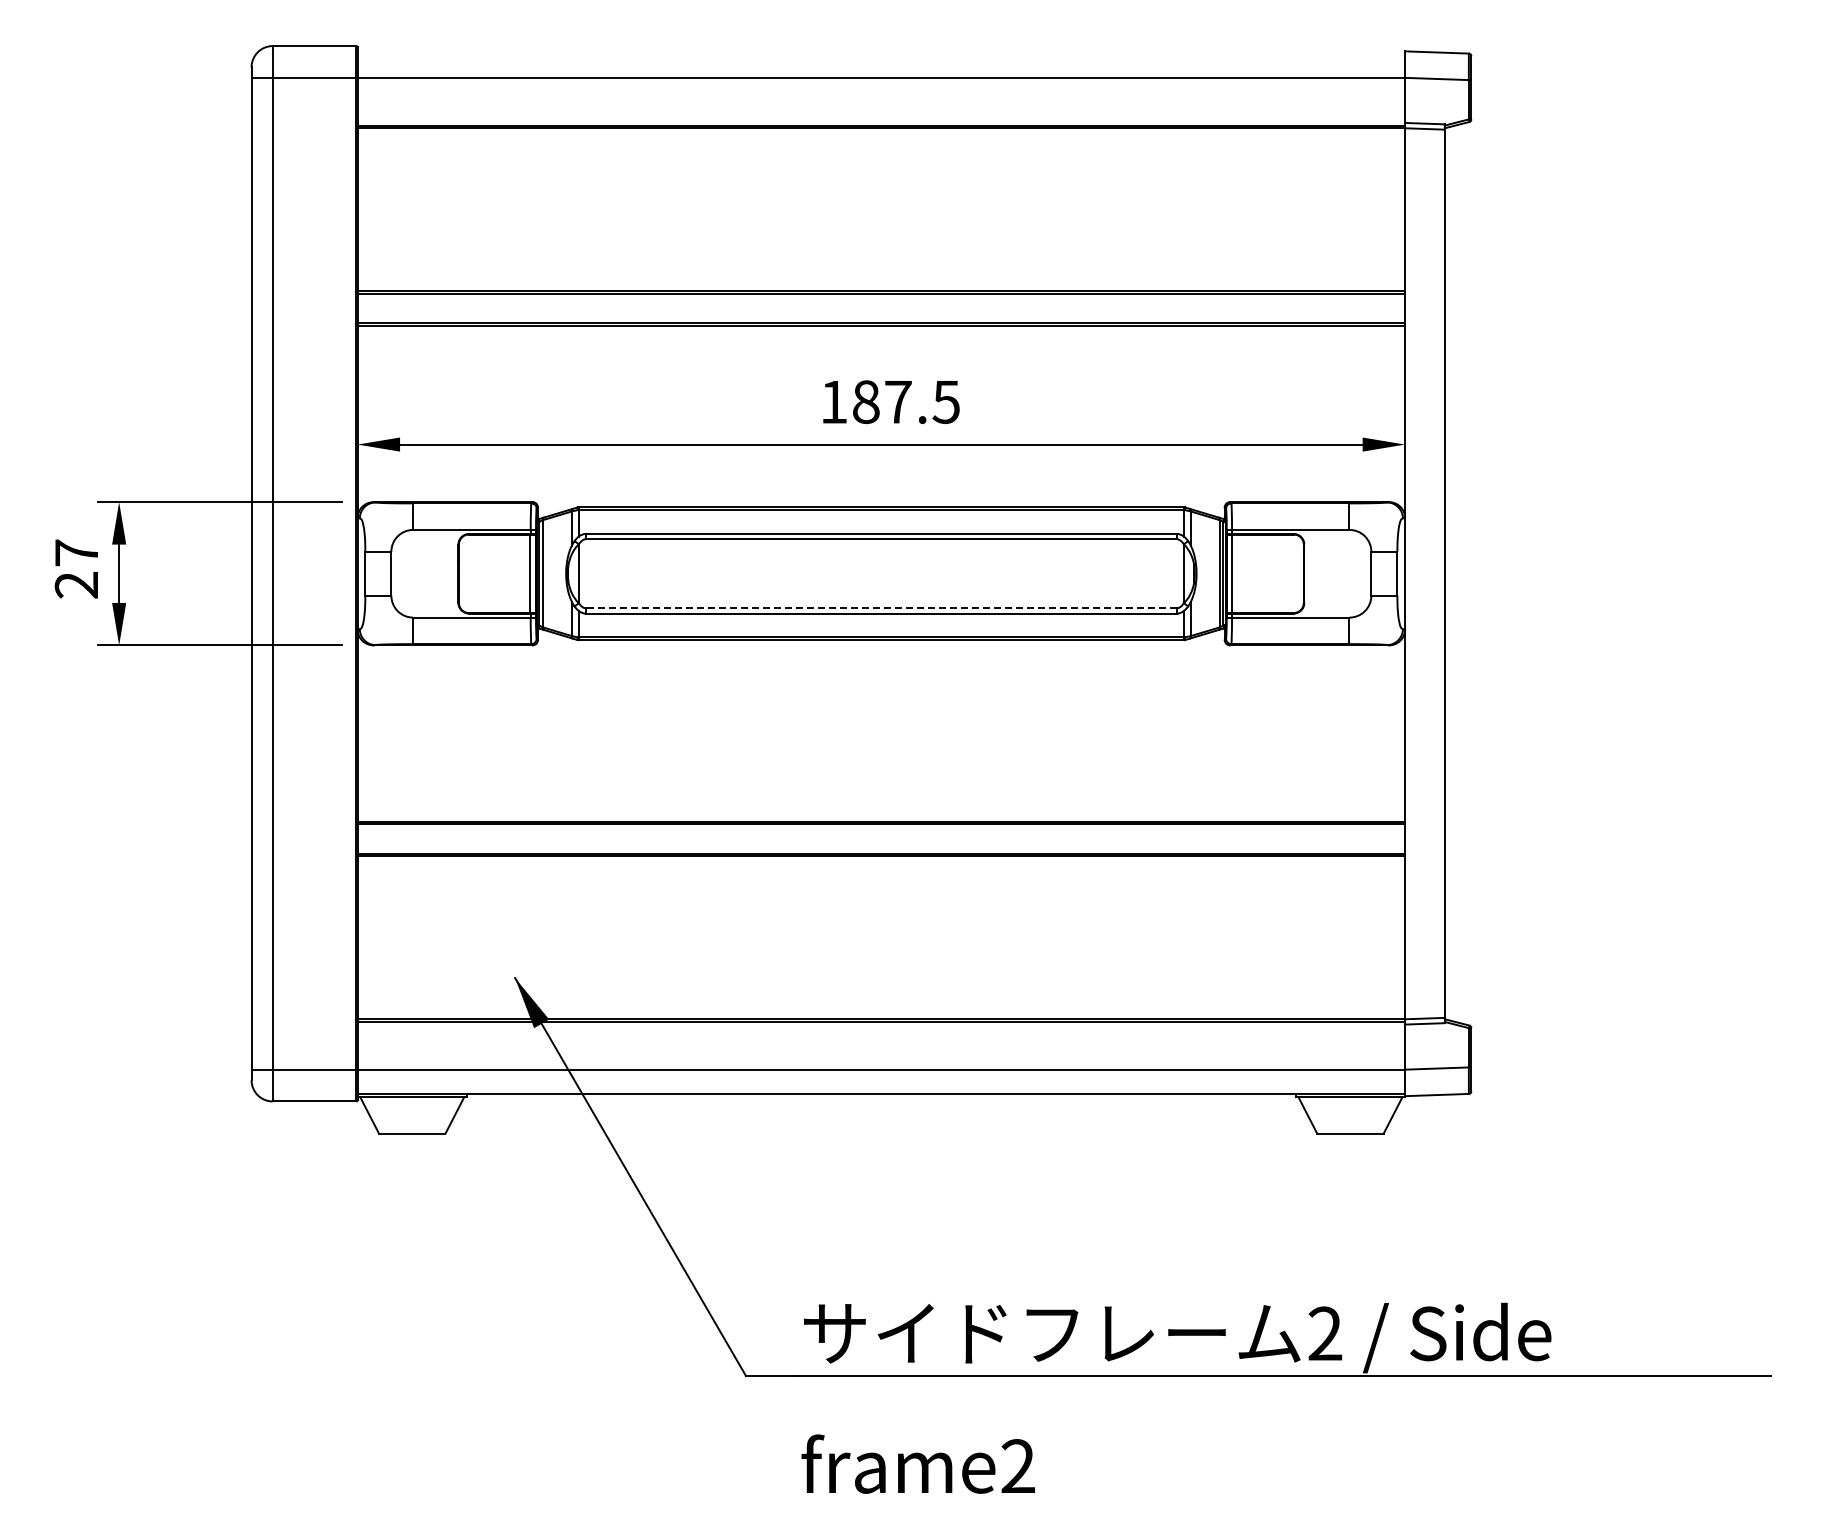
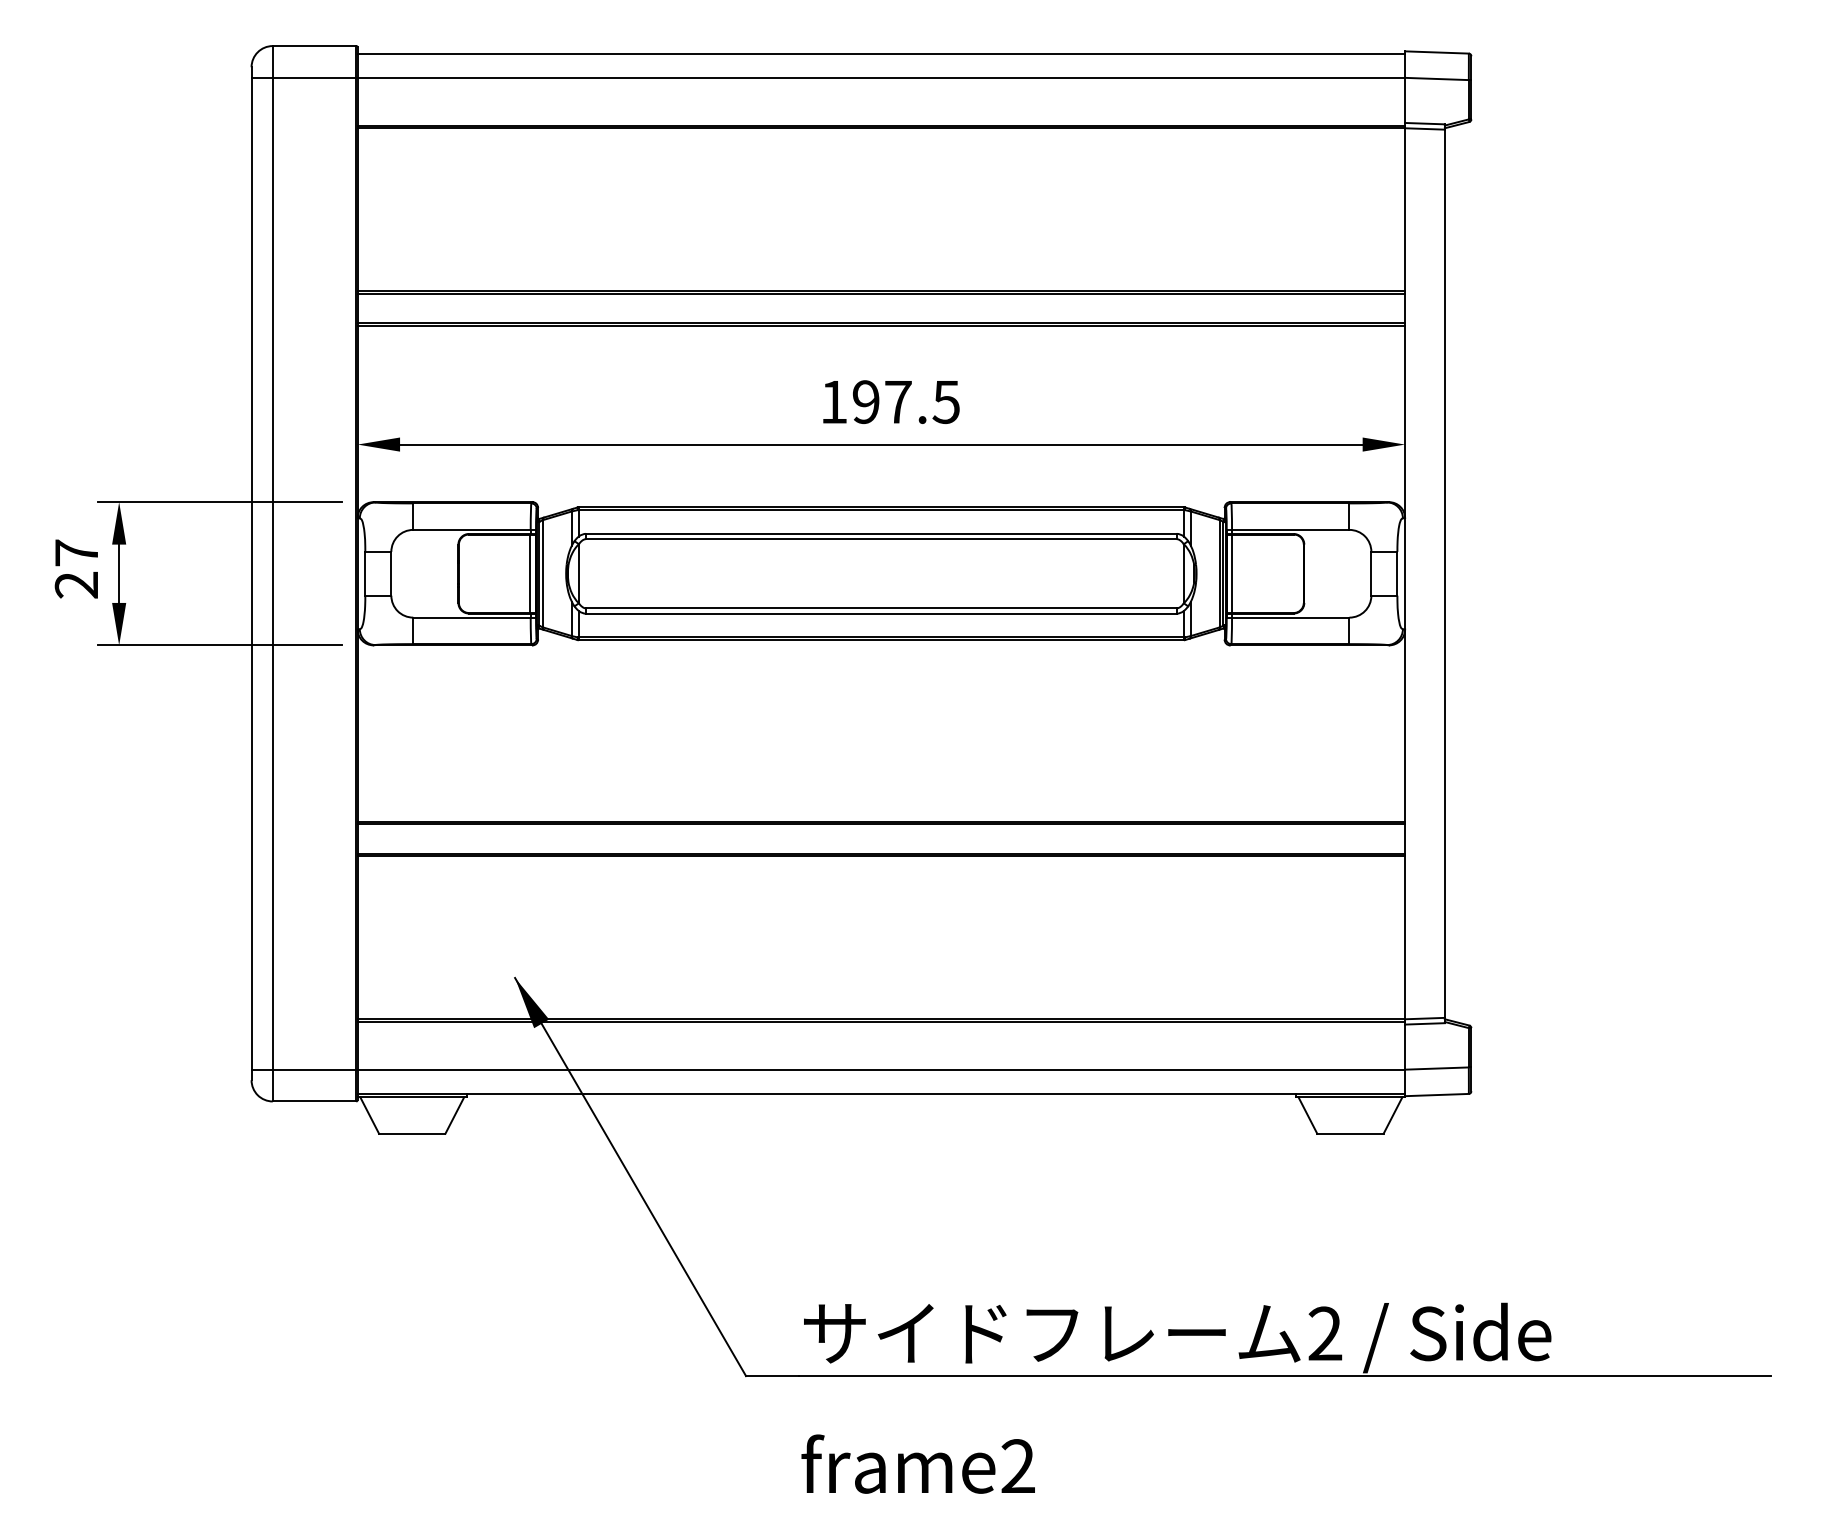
line at (881, 54): none -> present
text at (865, 402): 187.5 -> 197.5
line at (880, 608): dashed -> solid
